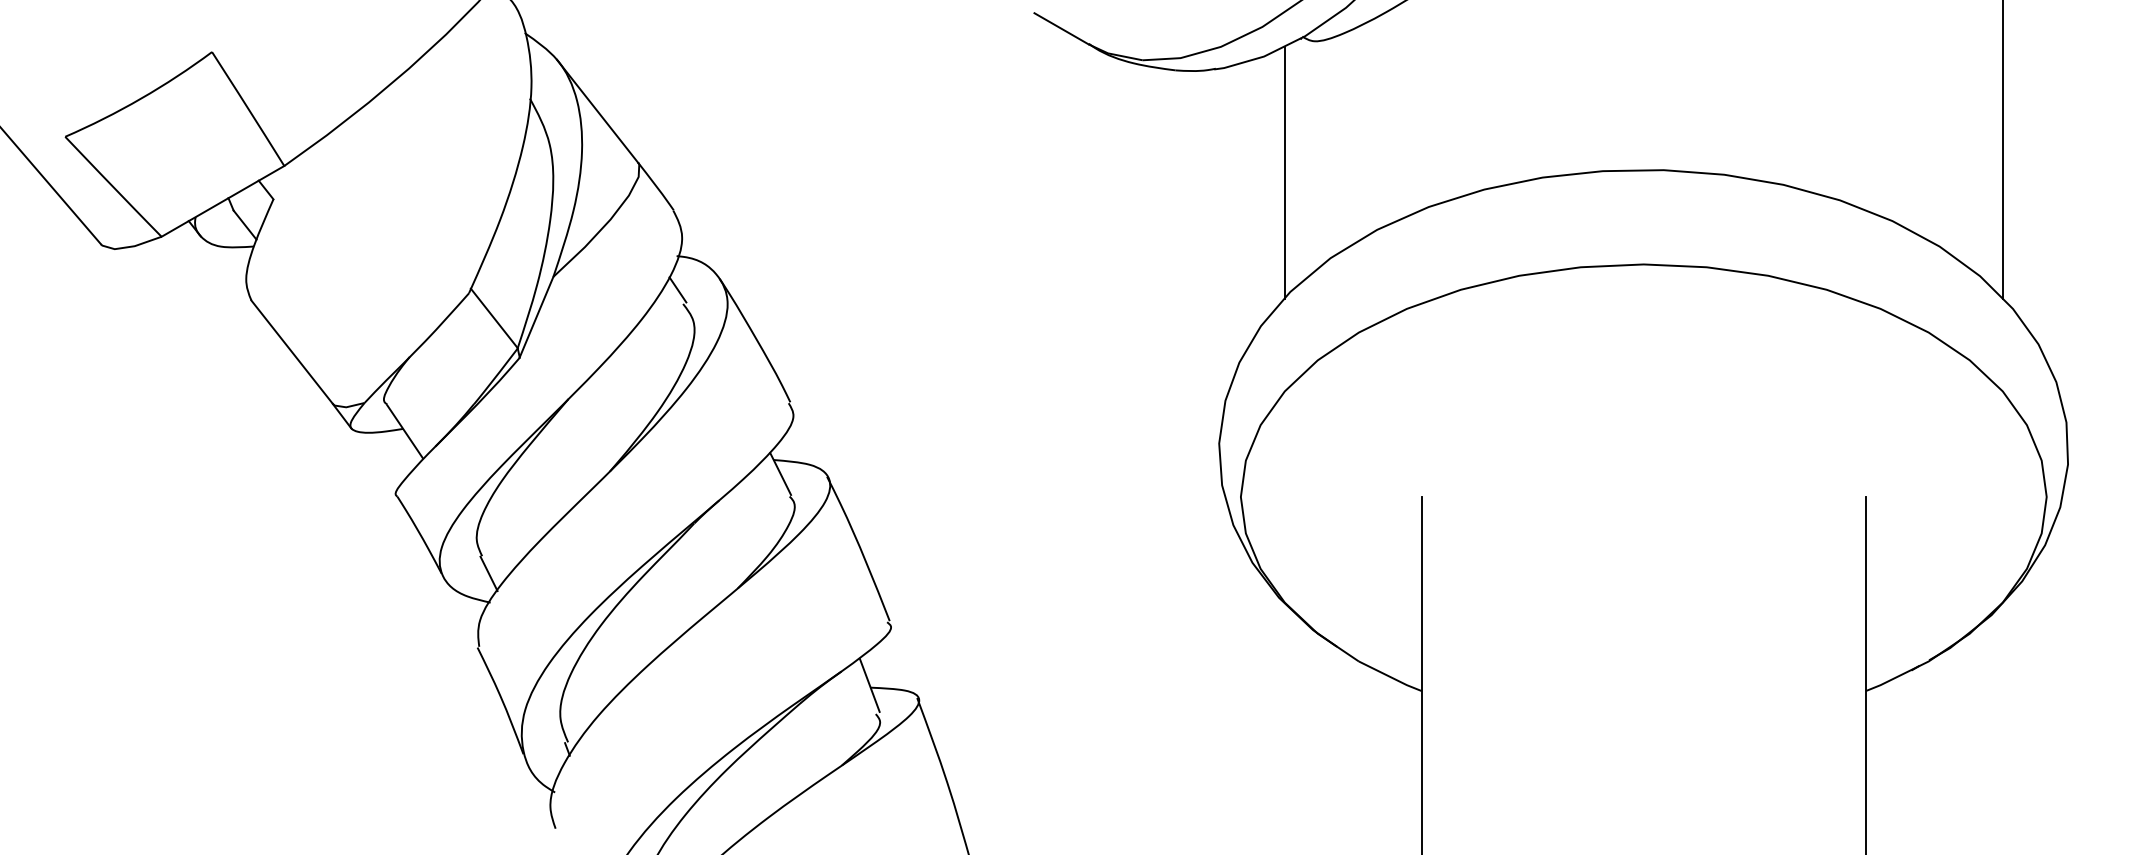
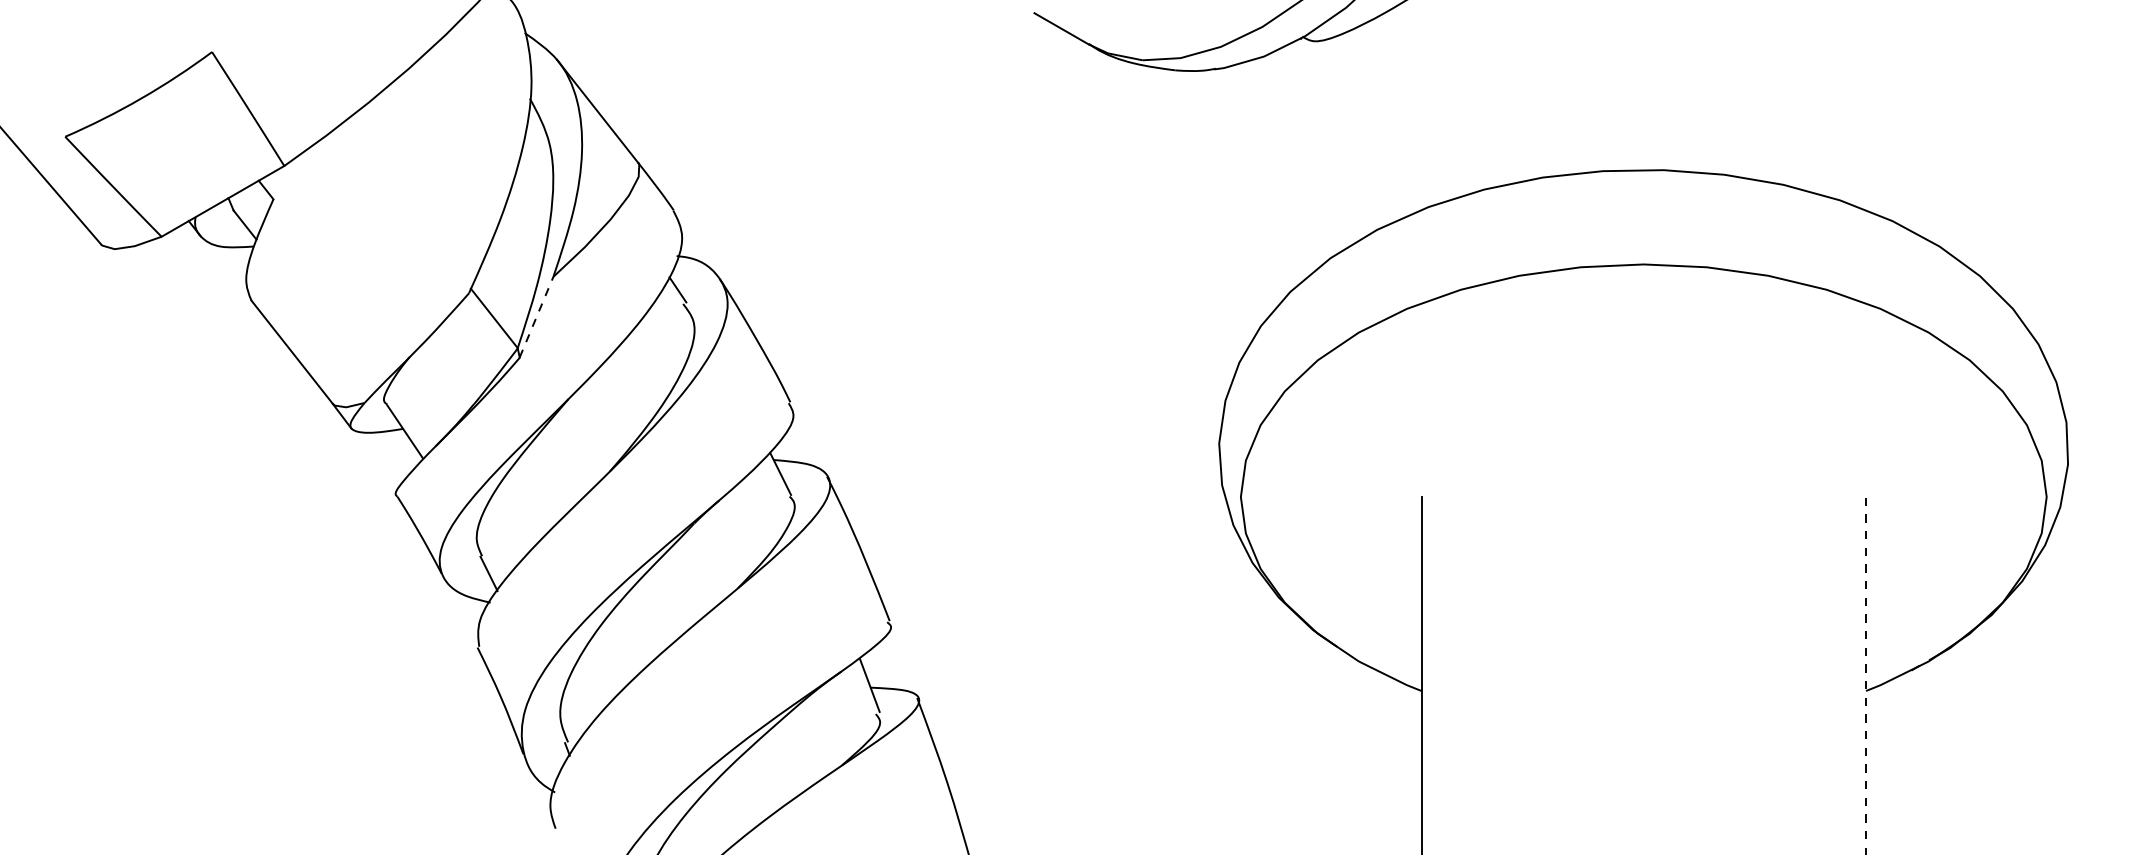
line at (2002, 150): present -> none
line at (1284, 172): present -> none
line at (536, 317): solid -> dashed
line at (1866, 675): solid -> dashed
